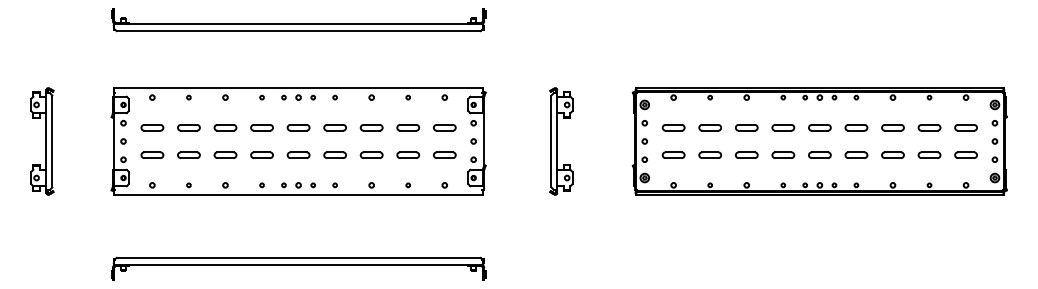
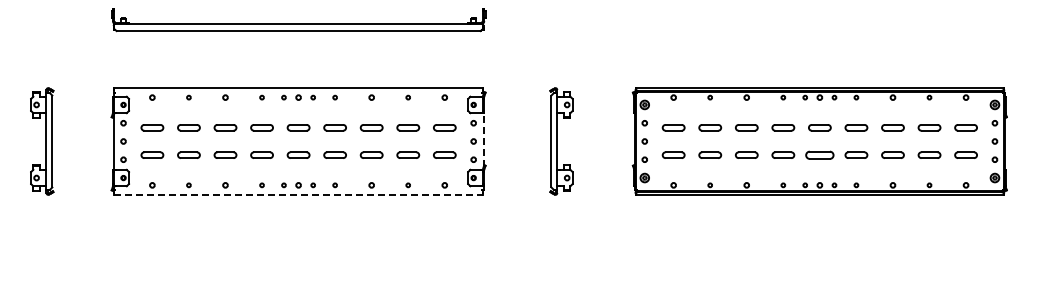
line at (483, 139): solid -> dashed
part at (819, 154) size: 24x8 px -> 30x10 px
line at (299, 194): solid -> dashed
part at (298, 268): present -> none
